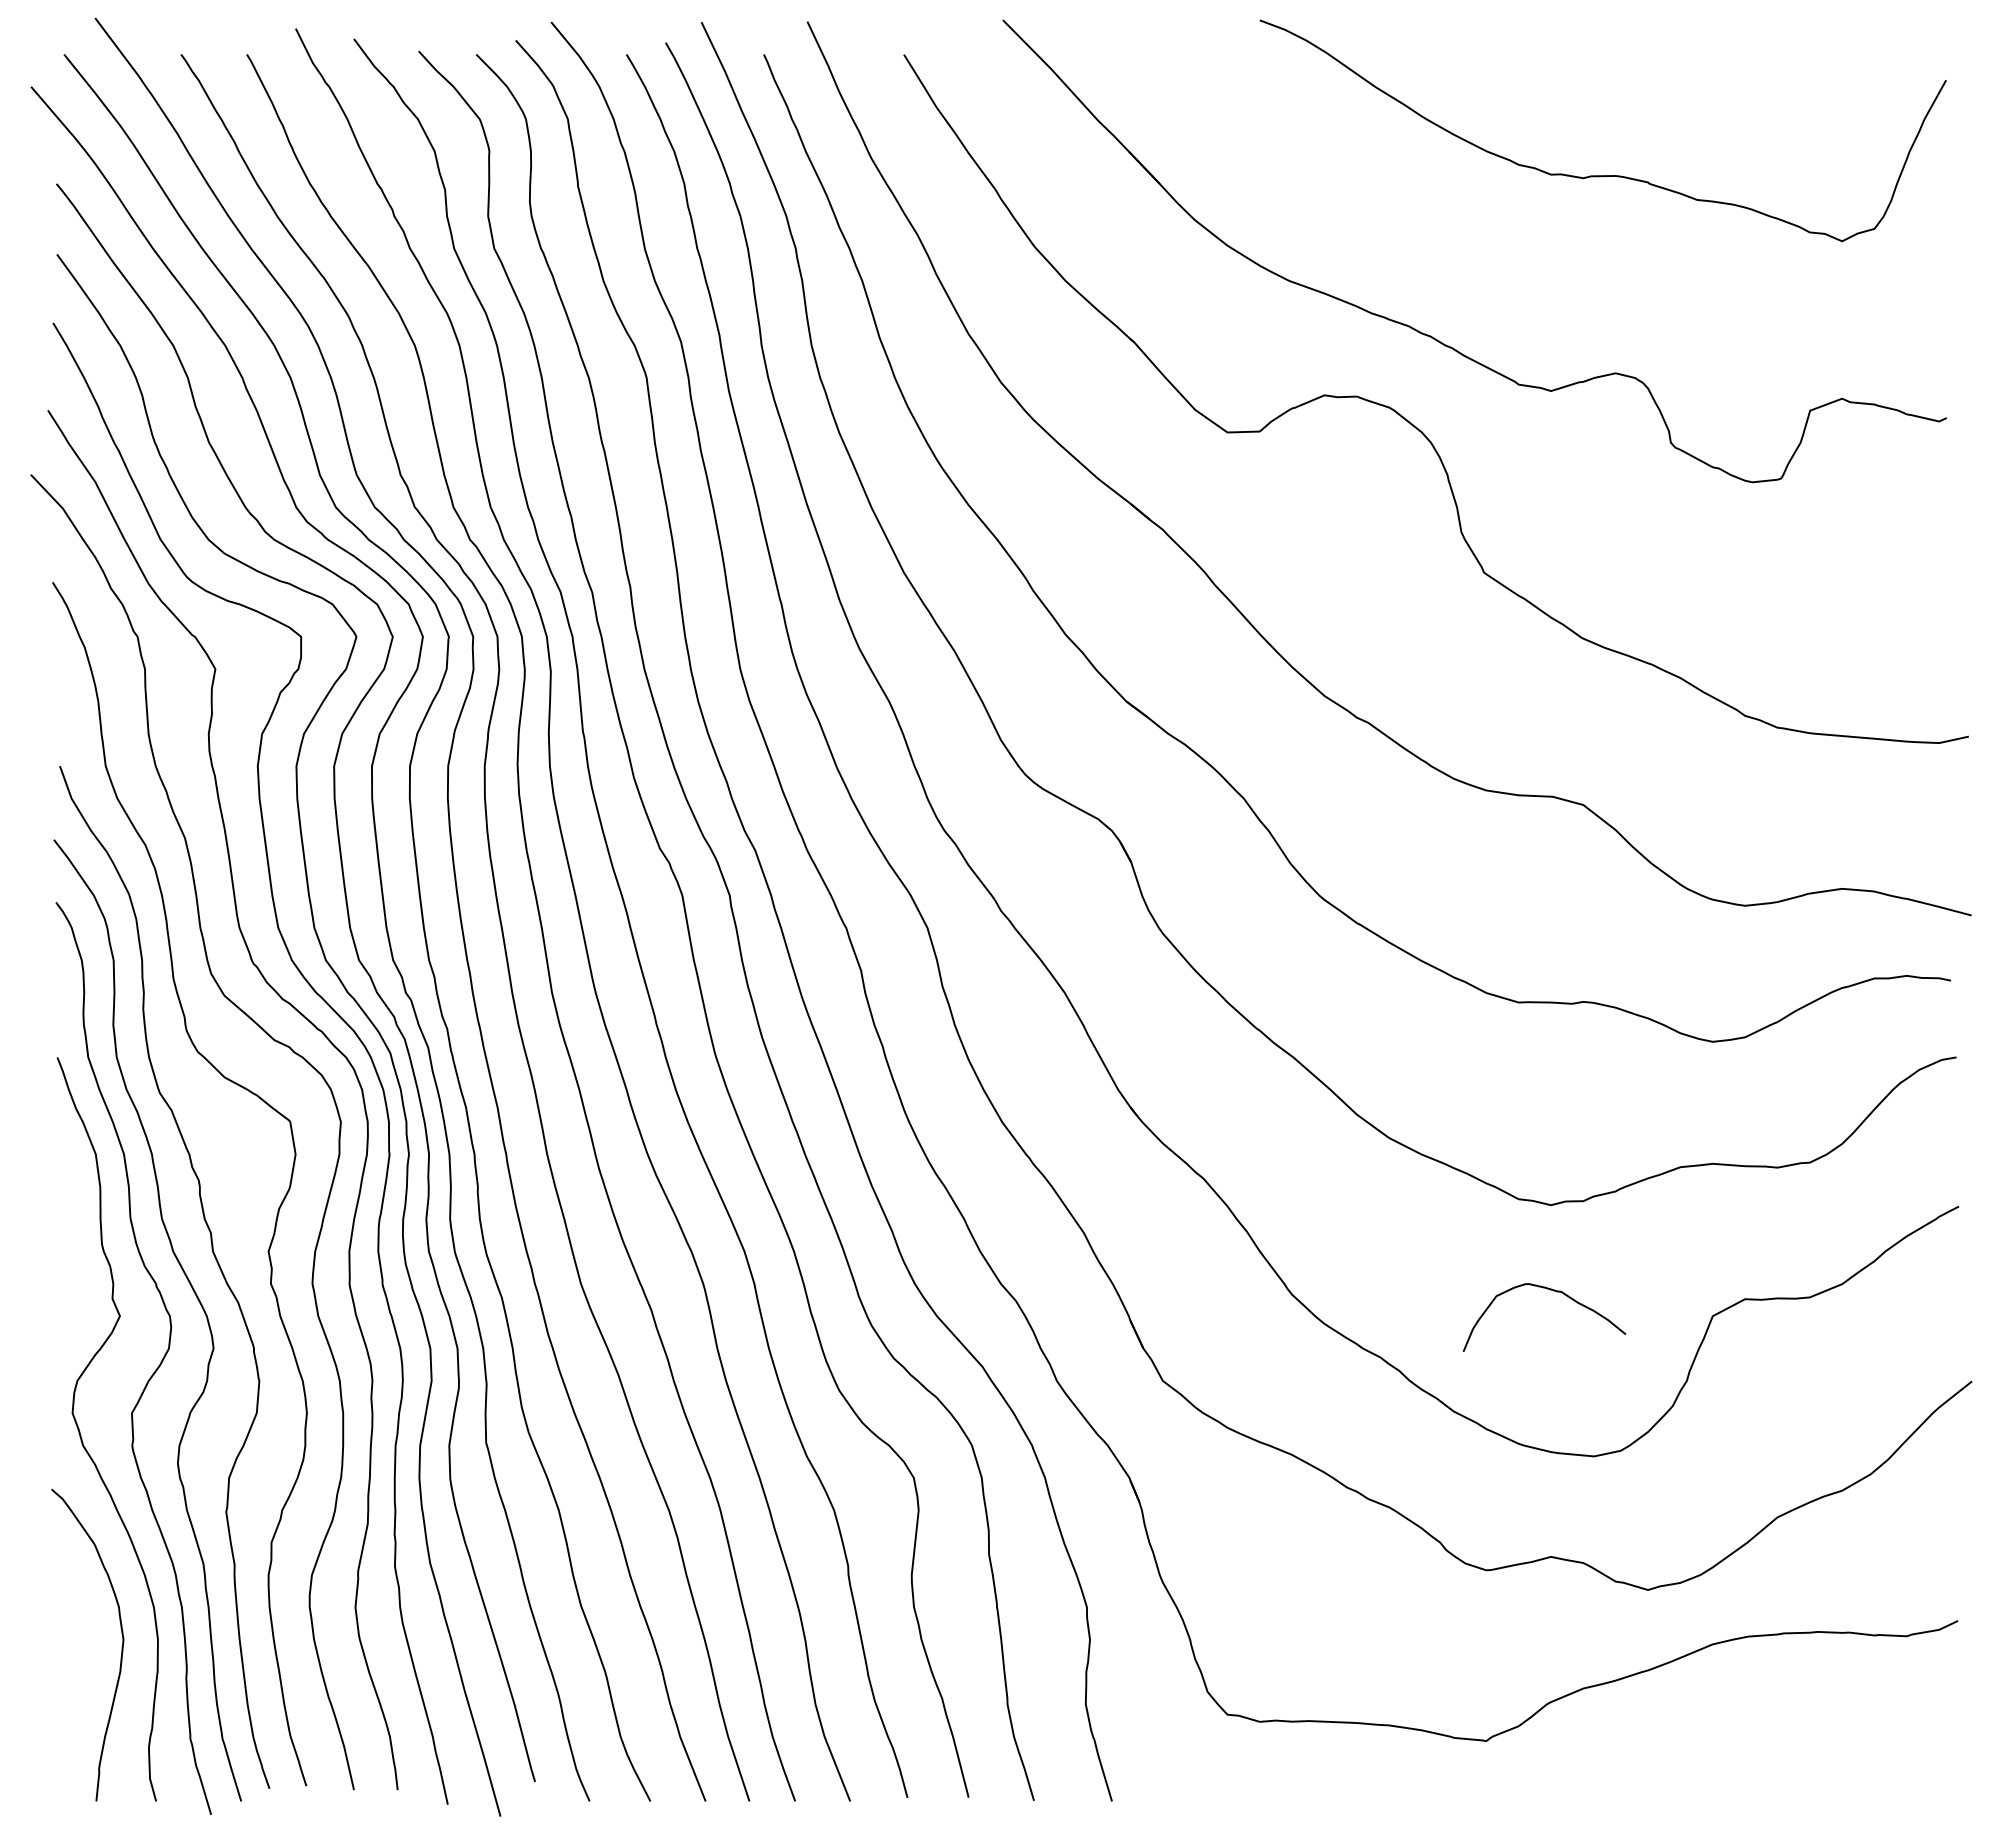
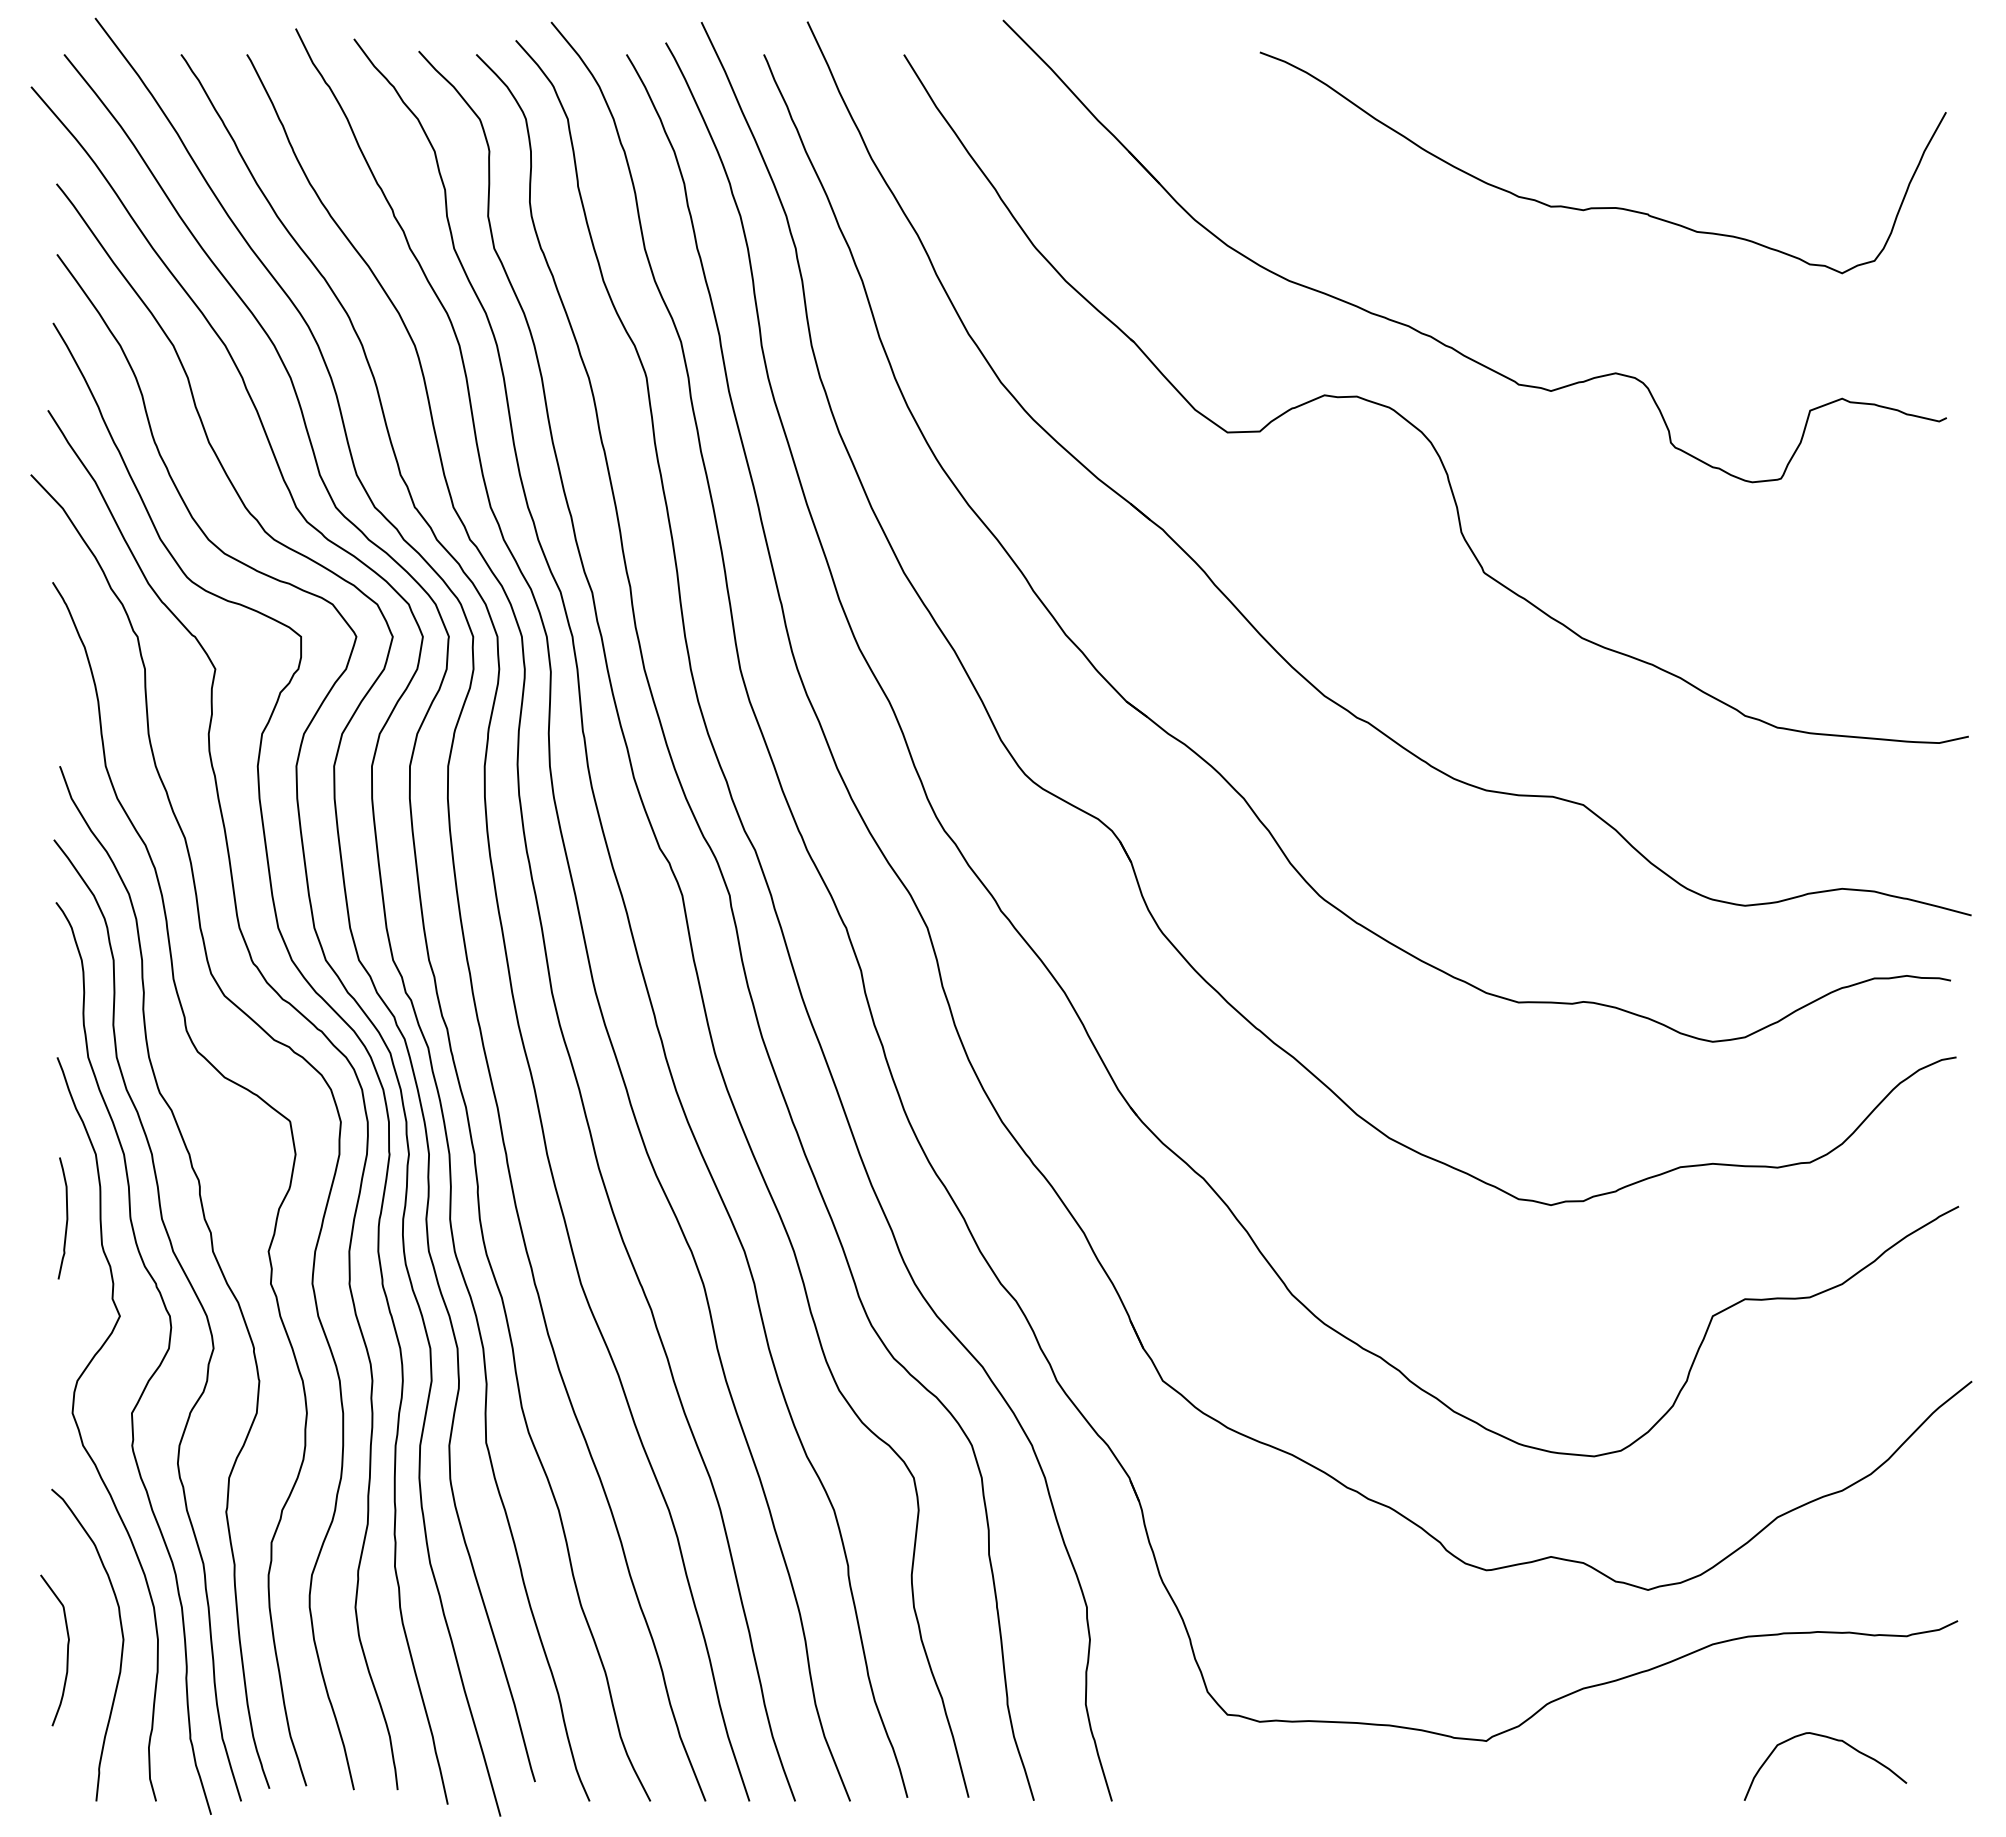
curve at (1602, 175) position: (1602, 175) -> (1602, 207)
curve at (66, 1218): none -> present
curve at (1553, 1291) position: (1553, 1291) -> (1834, 1740)
curve at (67, 1650): none -> present
